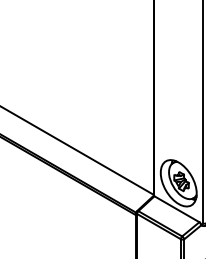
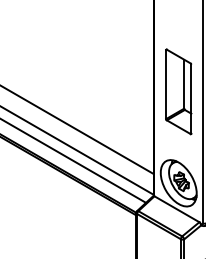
part at (178, 91): none -> present
line at (77, 130): none -> present
line at (74, 160): none -> present
